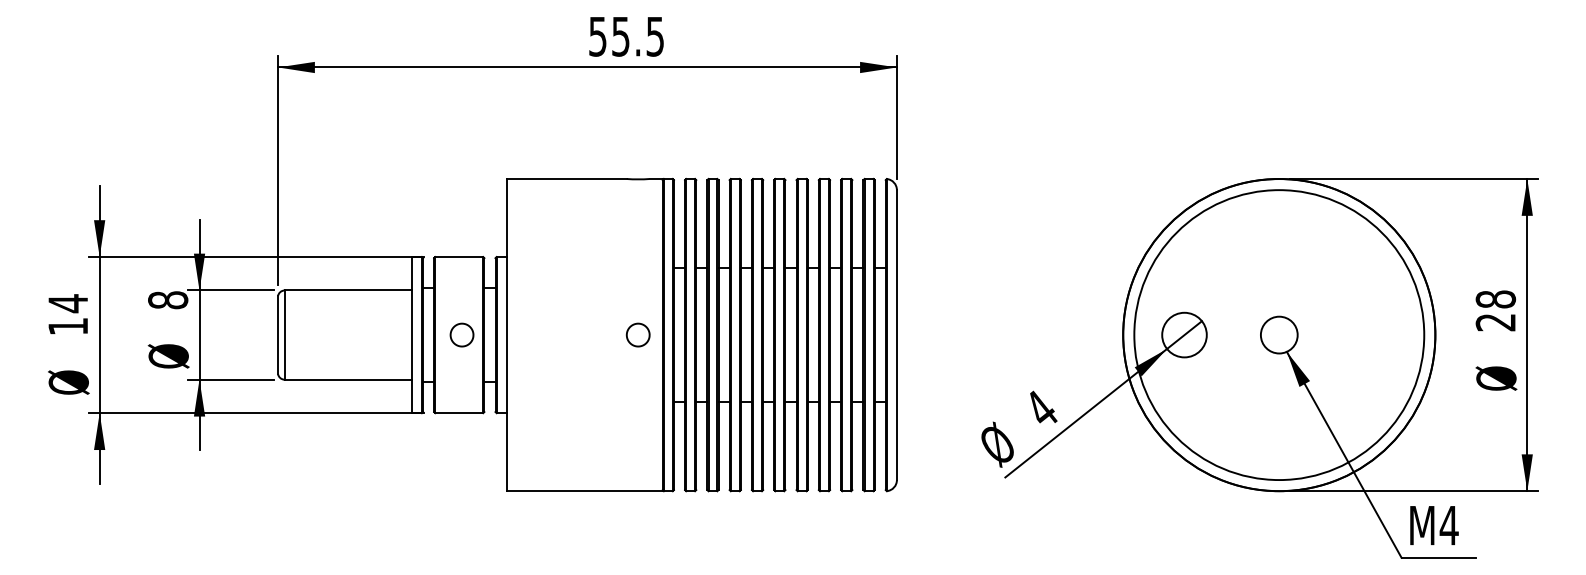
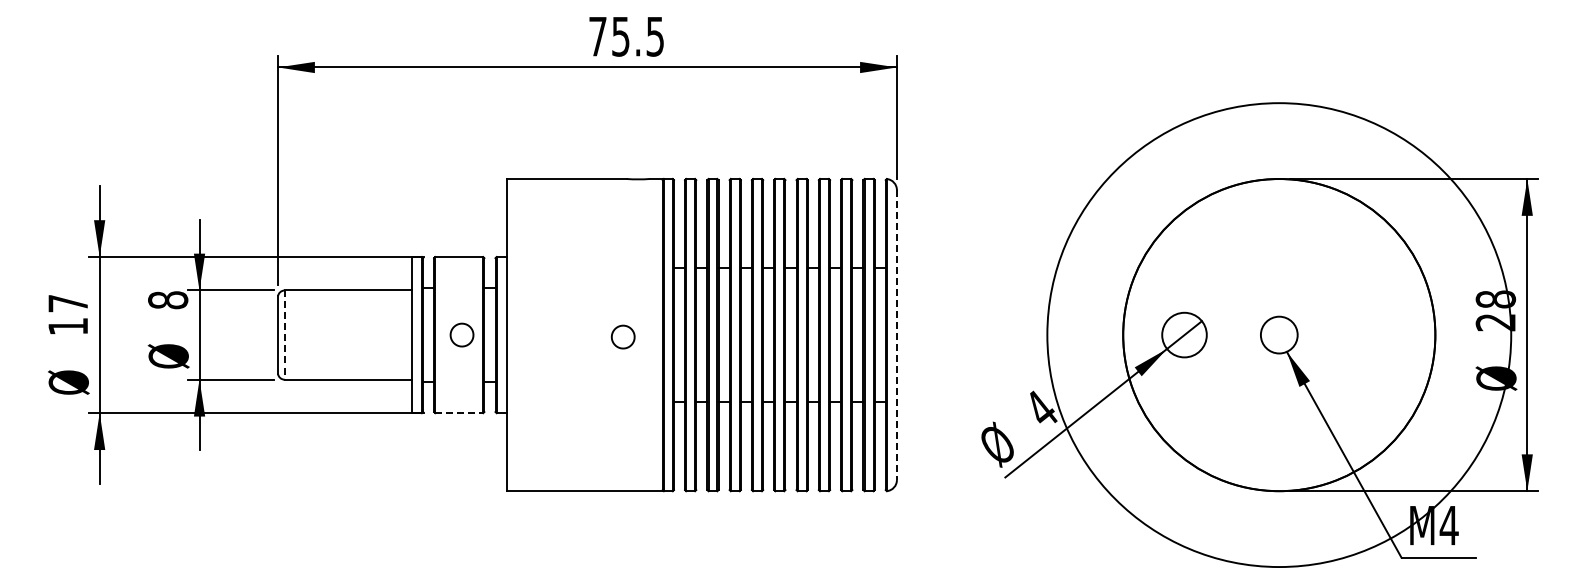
text at (597, 36): 55.5 -> 75.5
text at (67, 303): 14 -> 17
part at (637, 334) position: (637, 334) -> (622, 336)
line at (284, 335): solid -> dashed
line at (896, 335): solid -> dashed
circle at (1279, 335) diameter: 290 px -> 464 px
line at (459, 413): solid -> dashed
